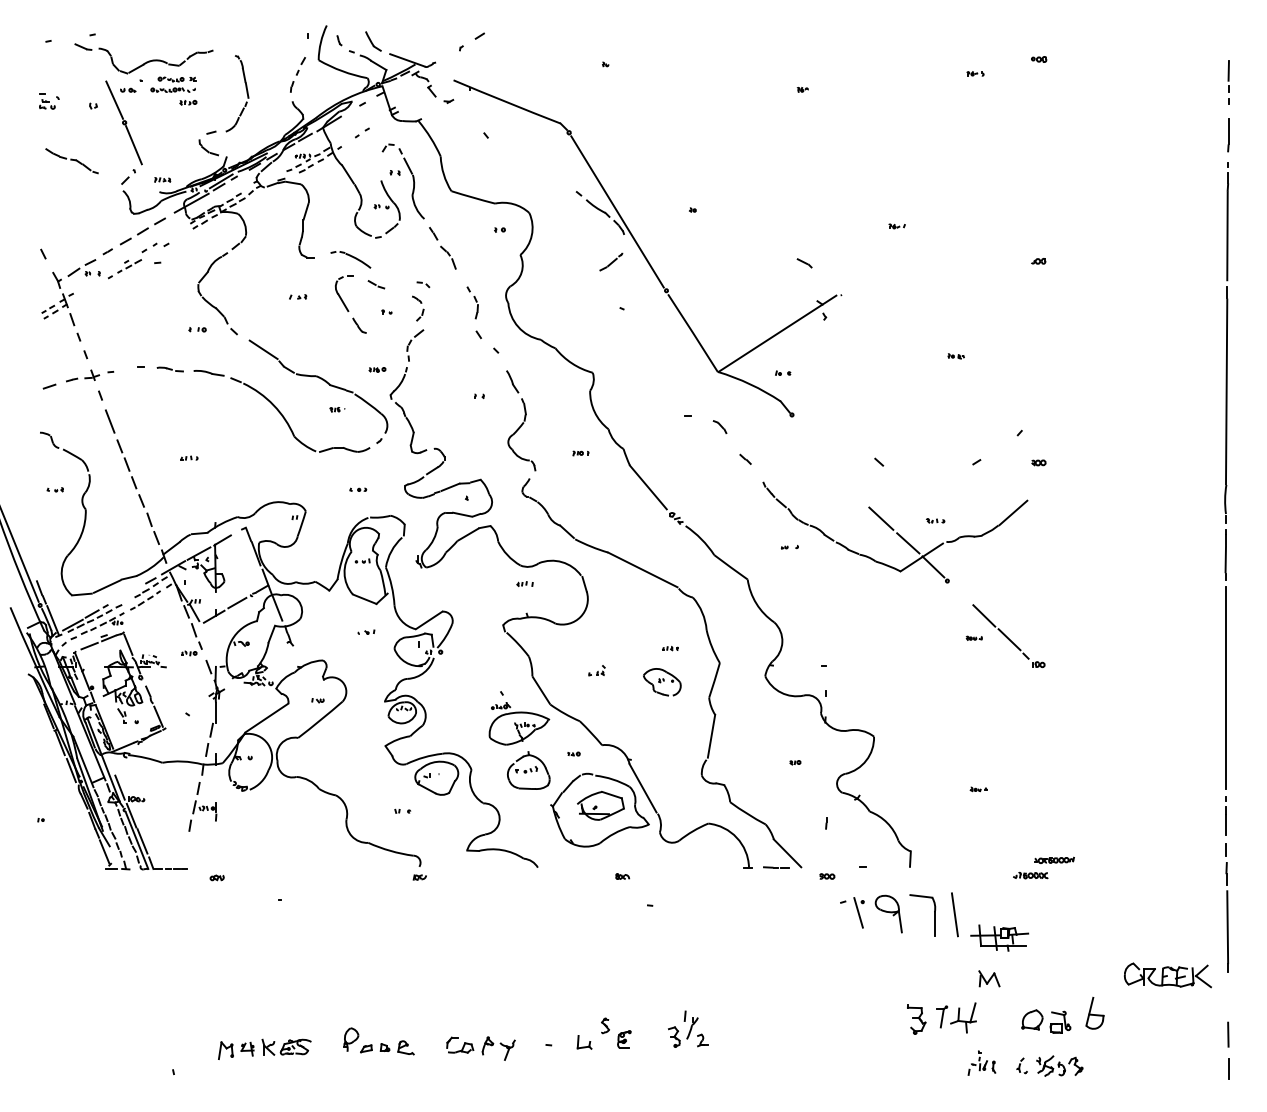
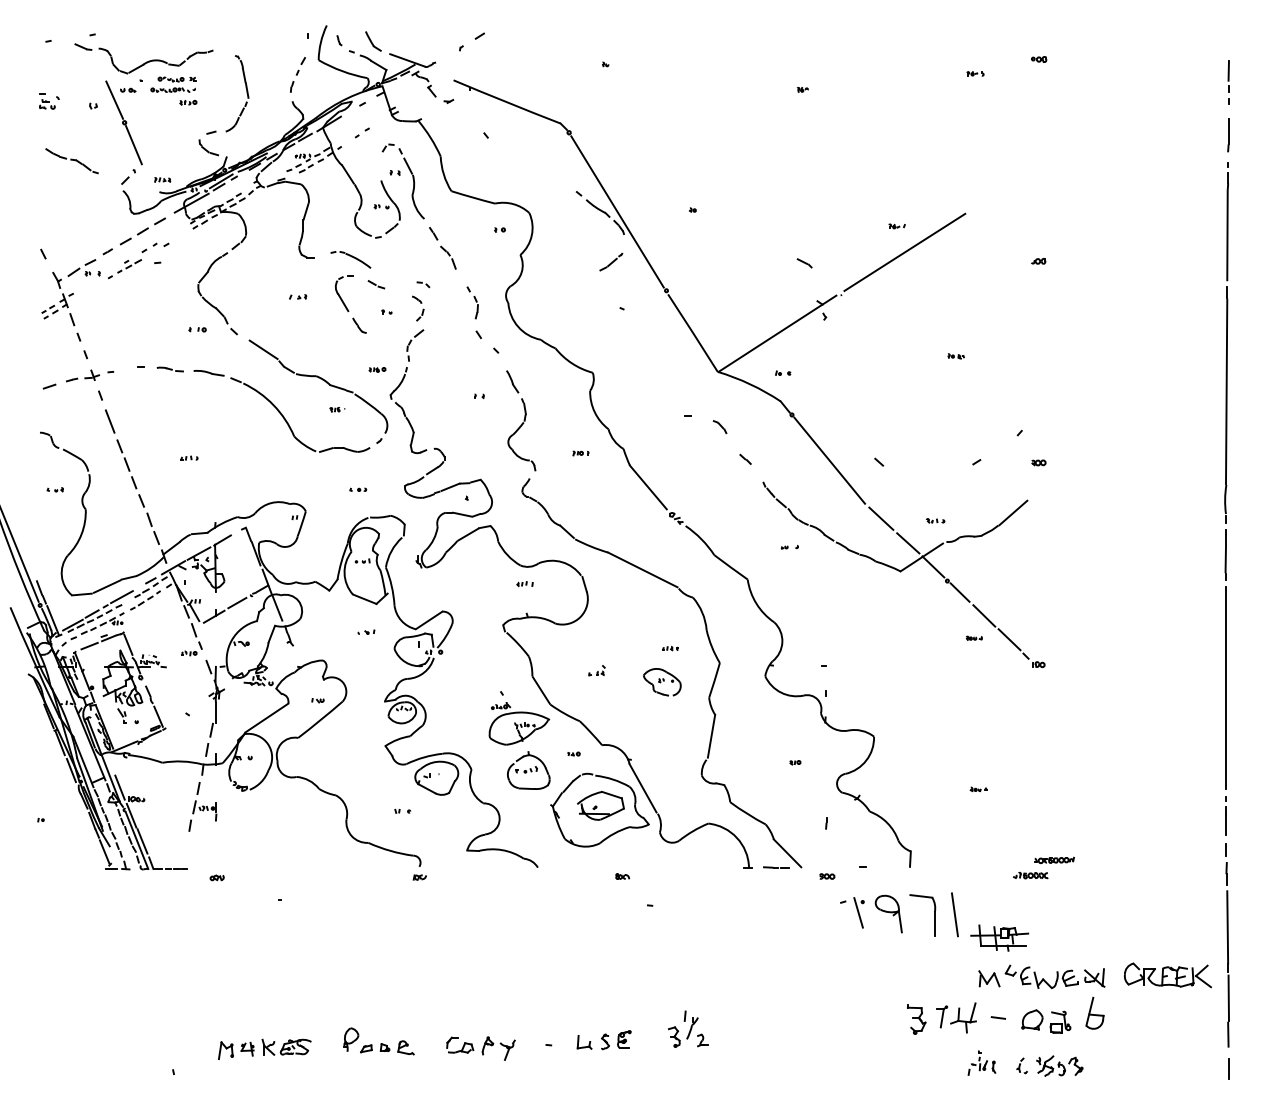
line at (904, 251): none -> present
line at (829, 460): none -> present
line at (959, 592): none -> present
line at (121, 597): none -> present
part at (1054, 976): none -> present
line at (1228, 997): none -> present
line at (997, 1017): none -> present
part at (605, 1025) position: (605, 1025) -> (605, 1041)
